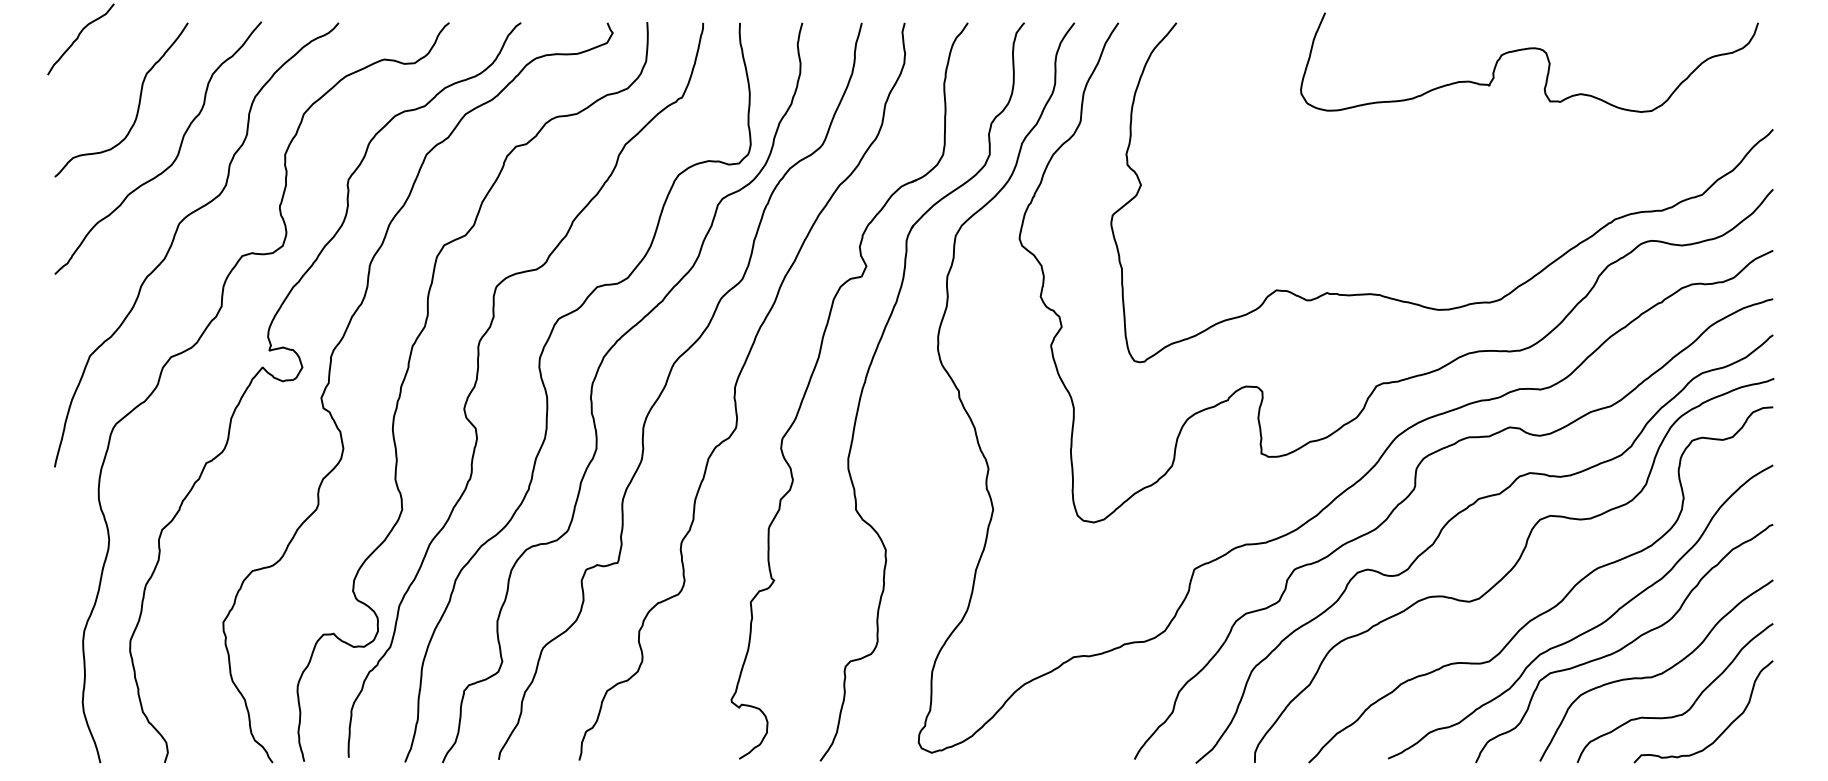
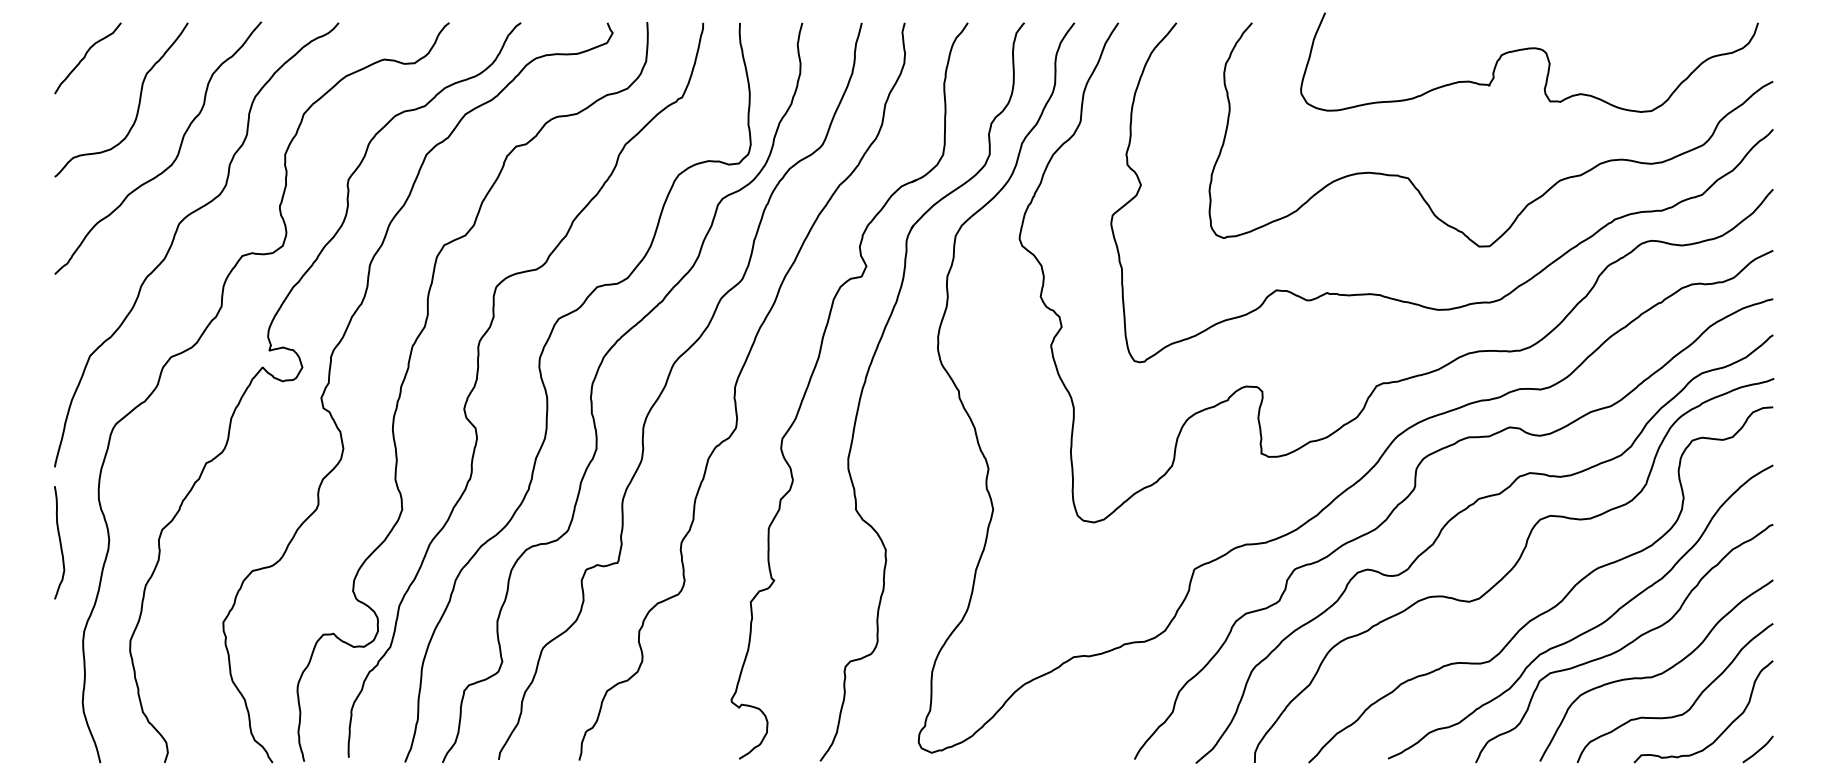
curve at (78, 38) position: (78, 38) -> (85, 57)
curve at (1532, 200): none -> present
curve at (59, 542): none -> present
curve at (1758, 749): none -> present
